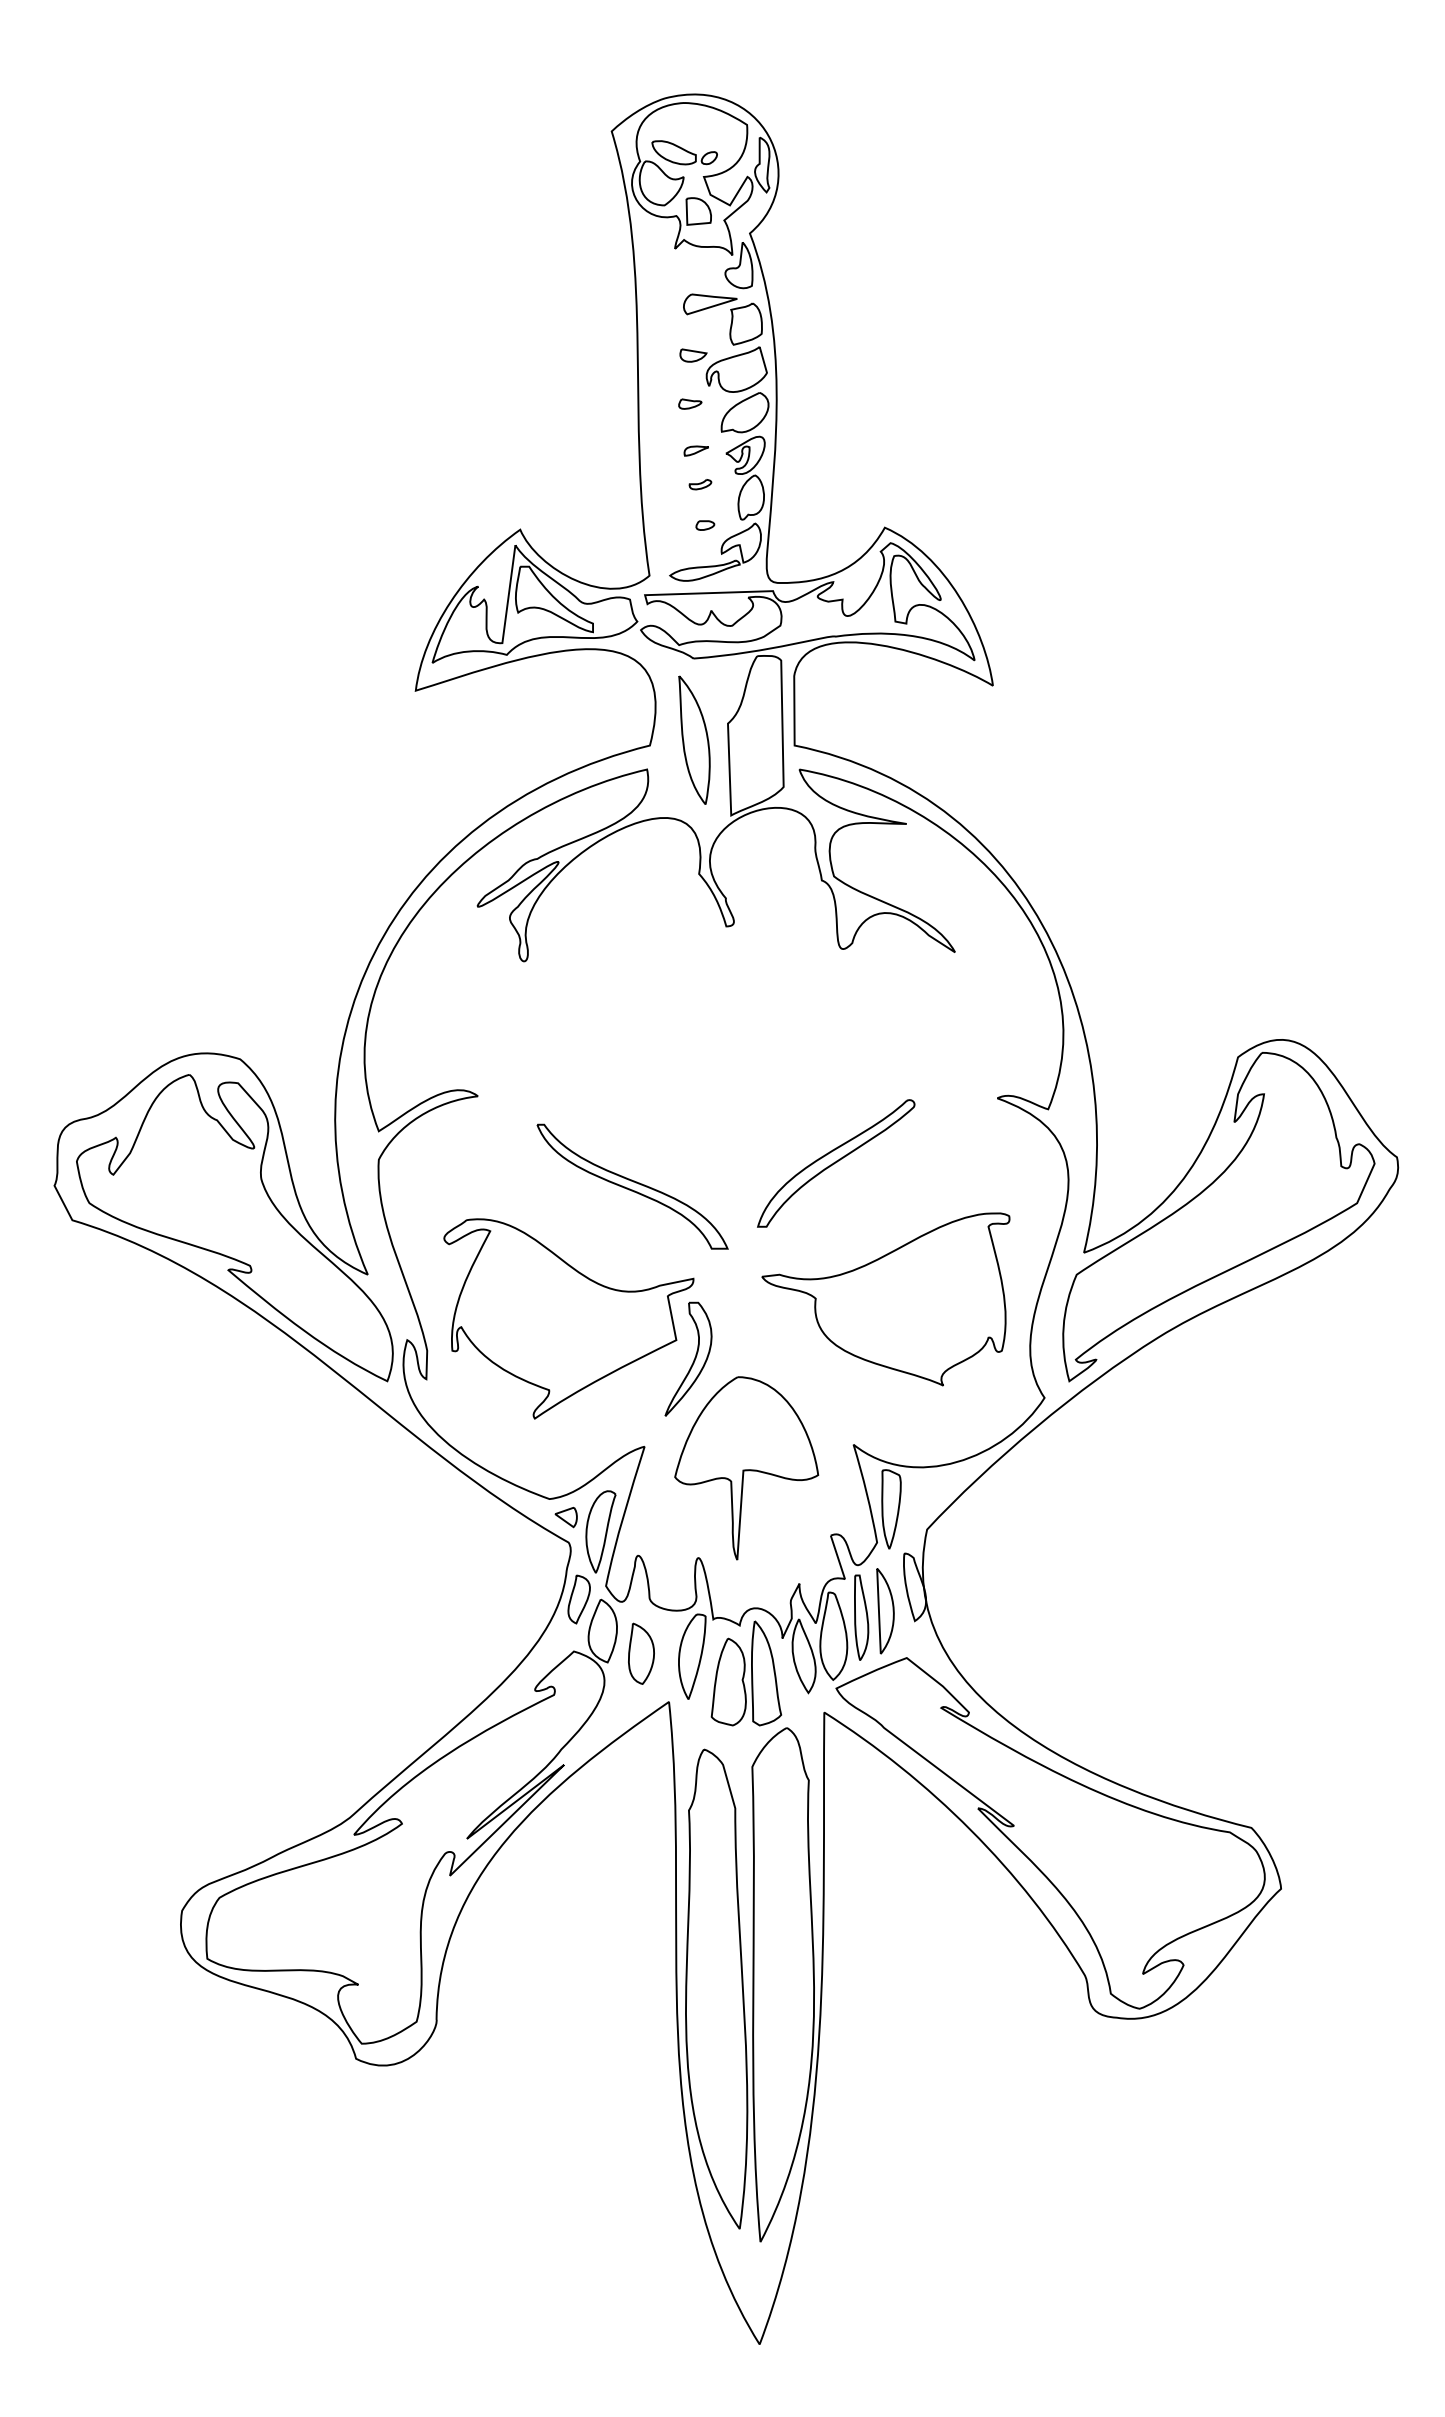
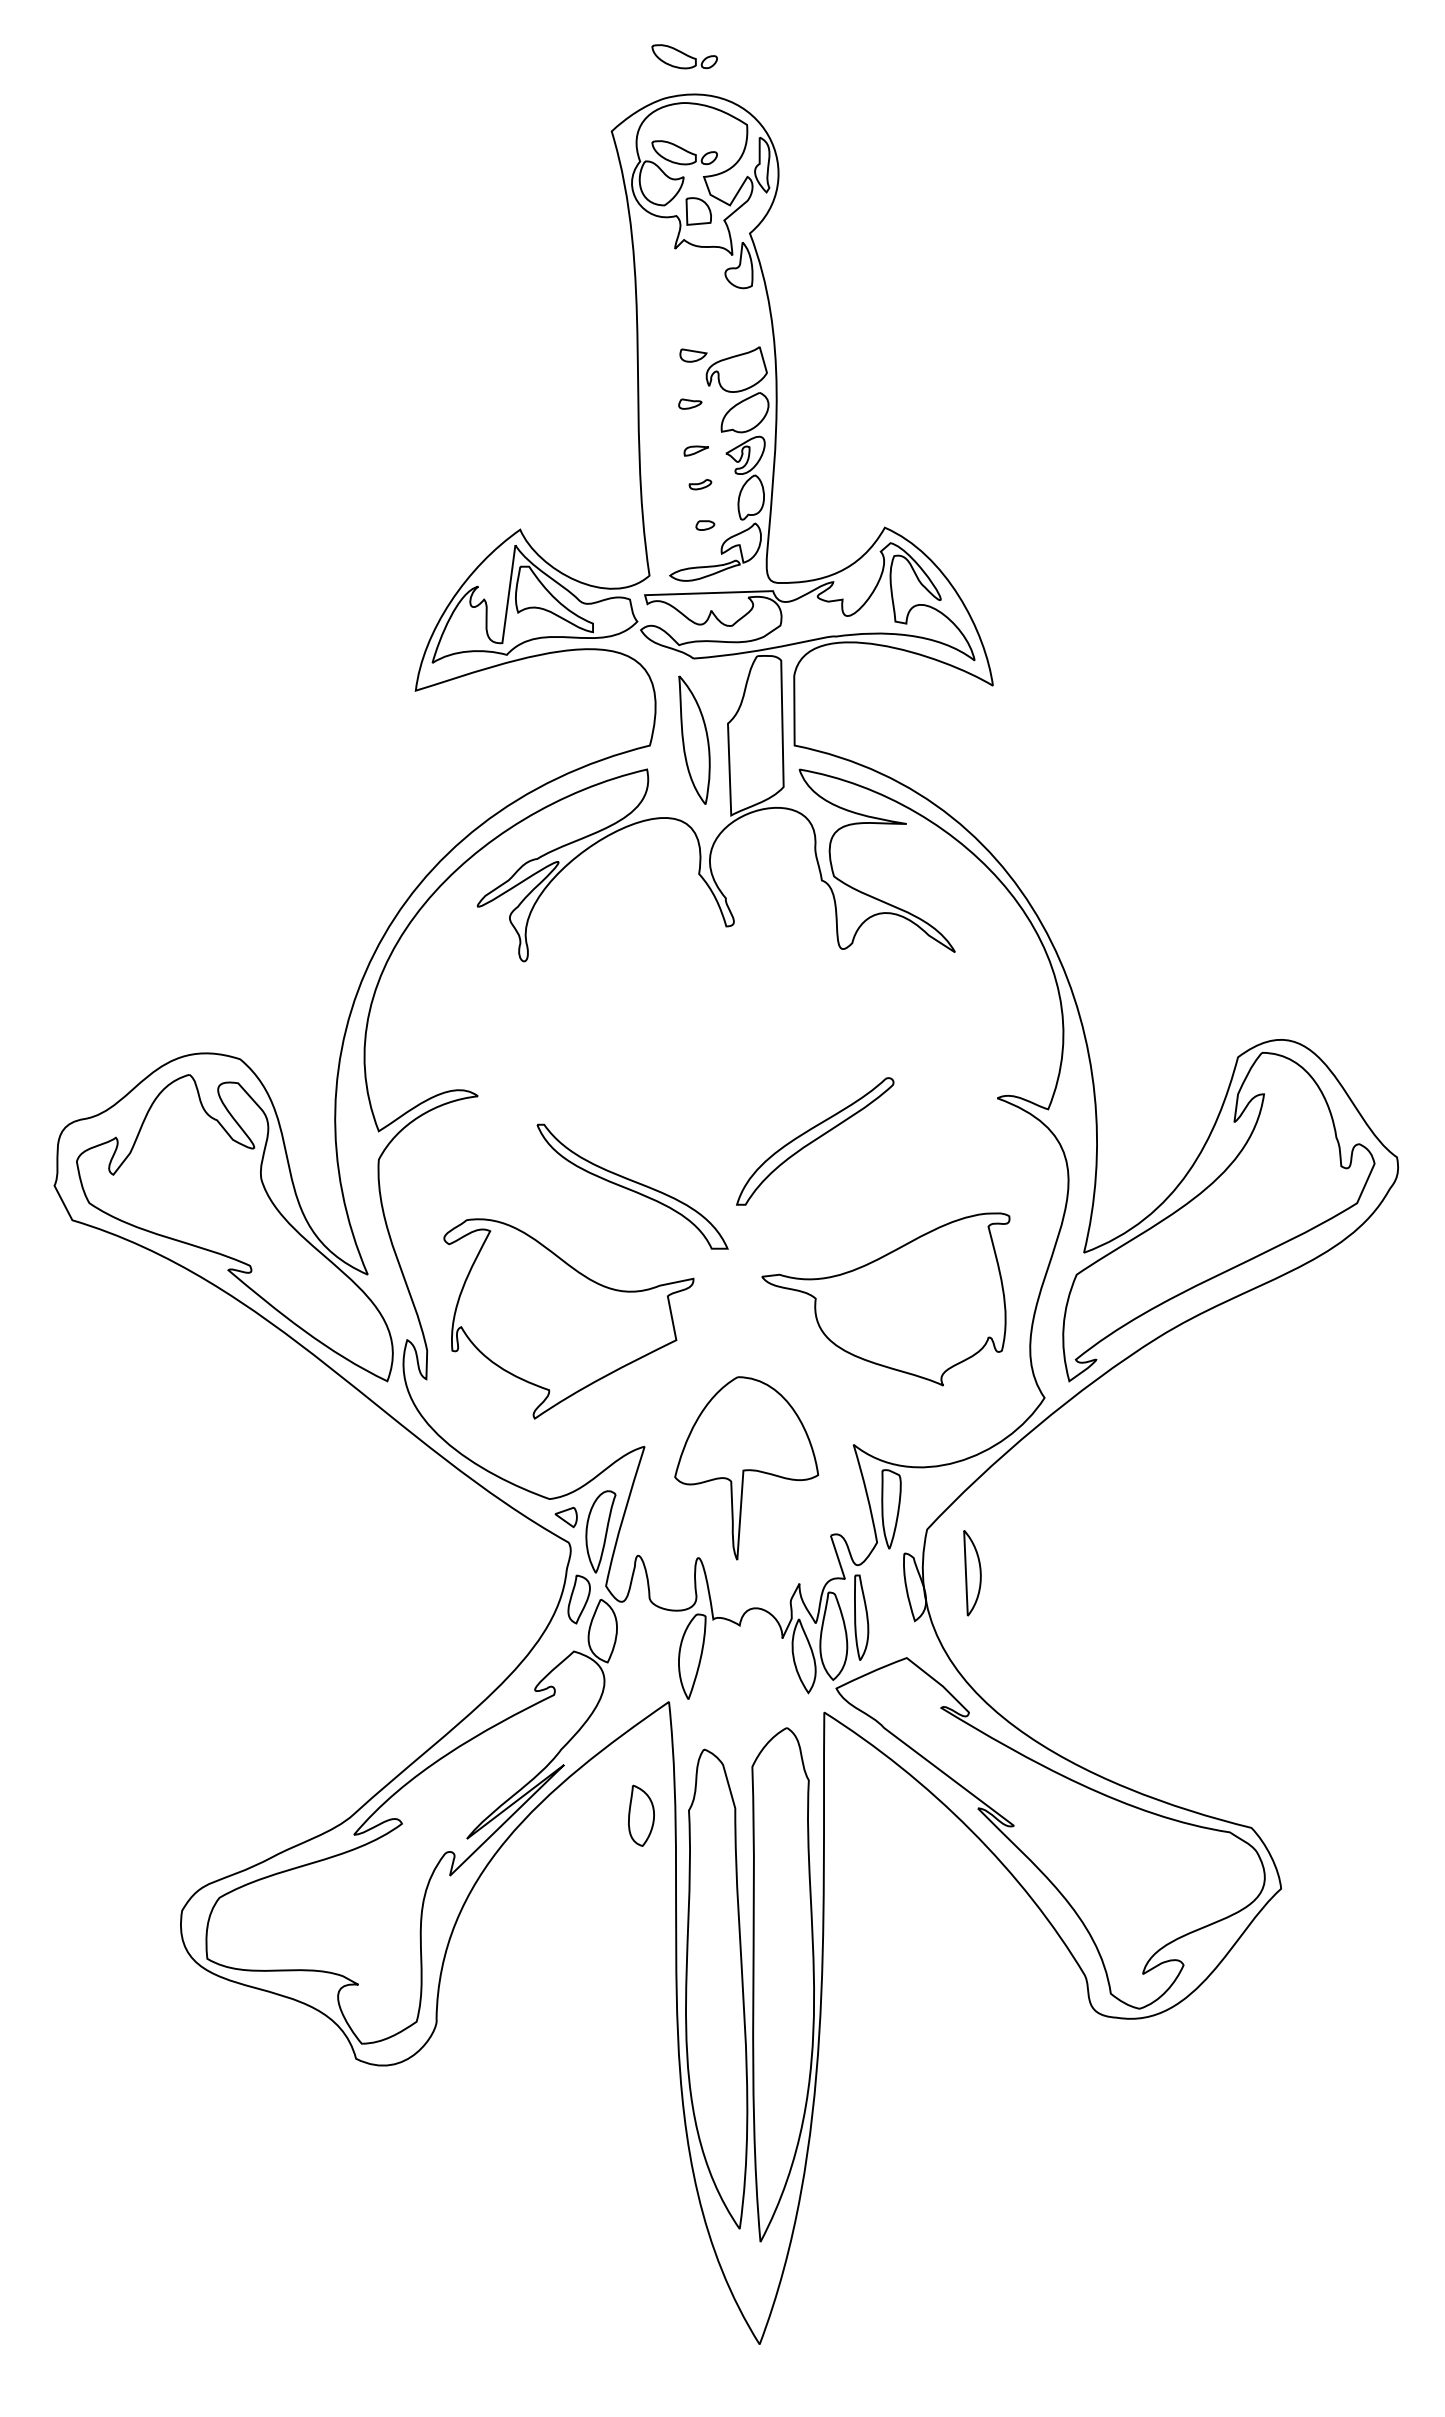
part at (684, 56): none -> present
part at (730, 323): present -> none
part at (836, 1163) position: (836, 1163) -> (815, 1141)
part at (688, 1358): present -> none
part at (885, 1611) position: (885, 1611) -> (972, 1573)
part at (641, 1653) position: (641, 1653) -> (641, 1815)
part at (746, 1673): present -> none
